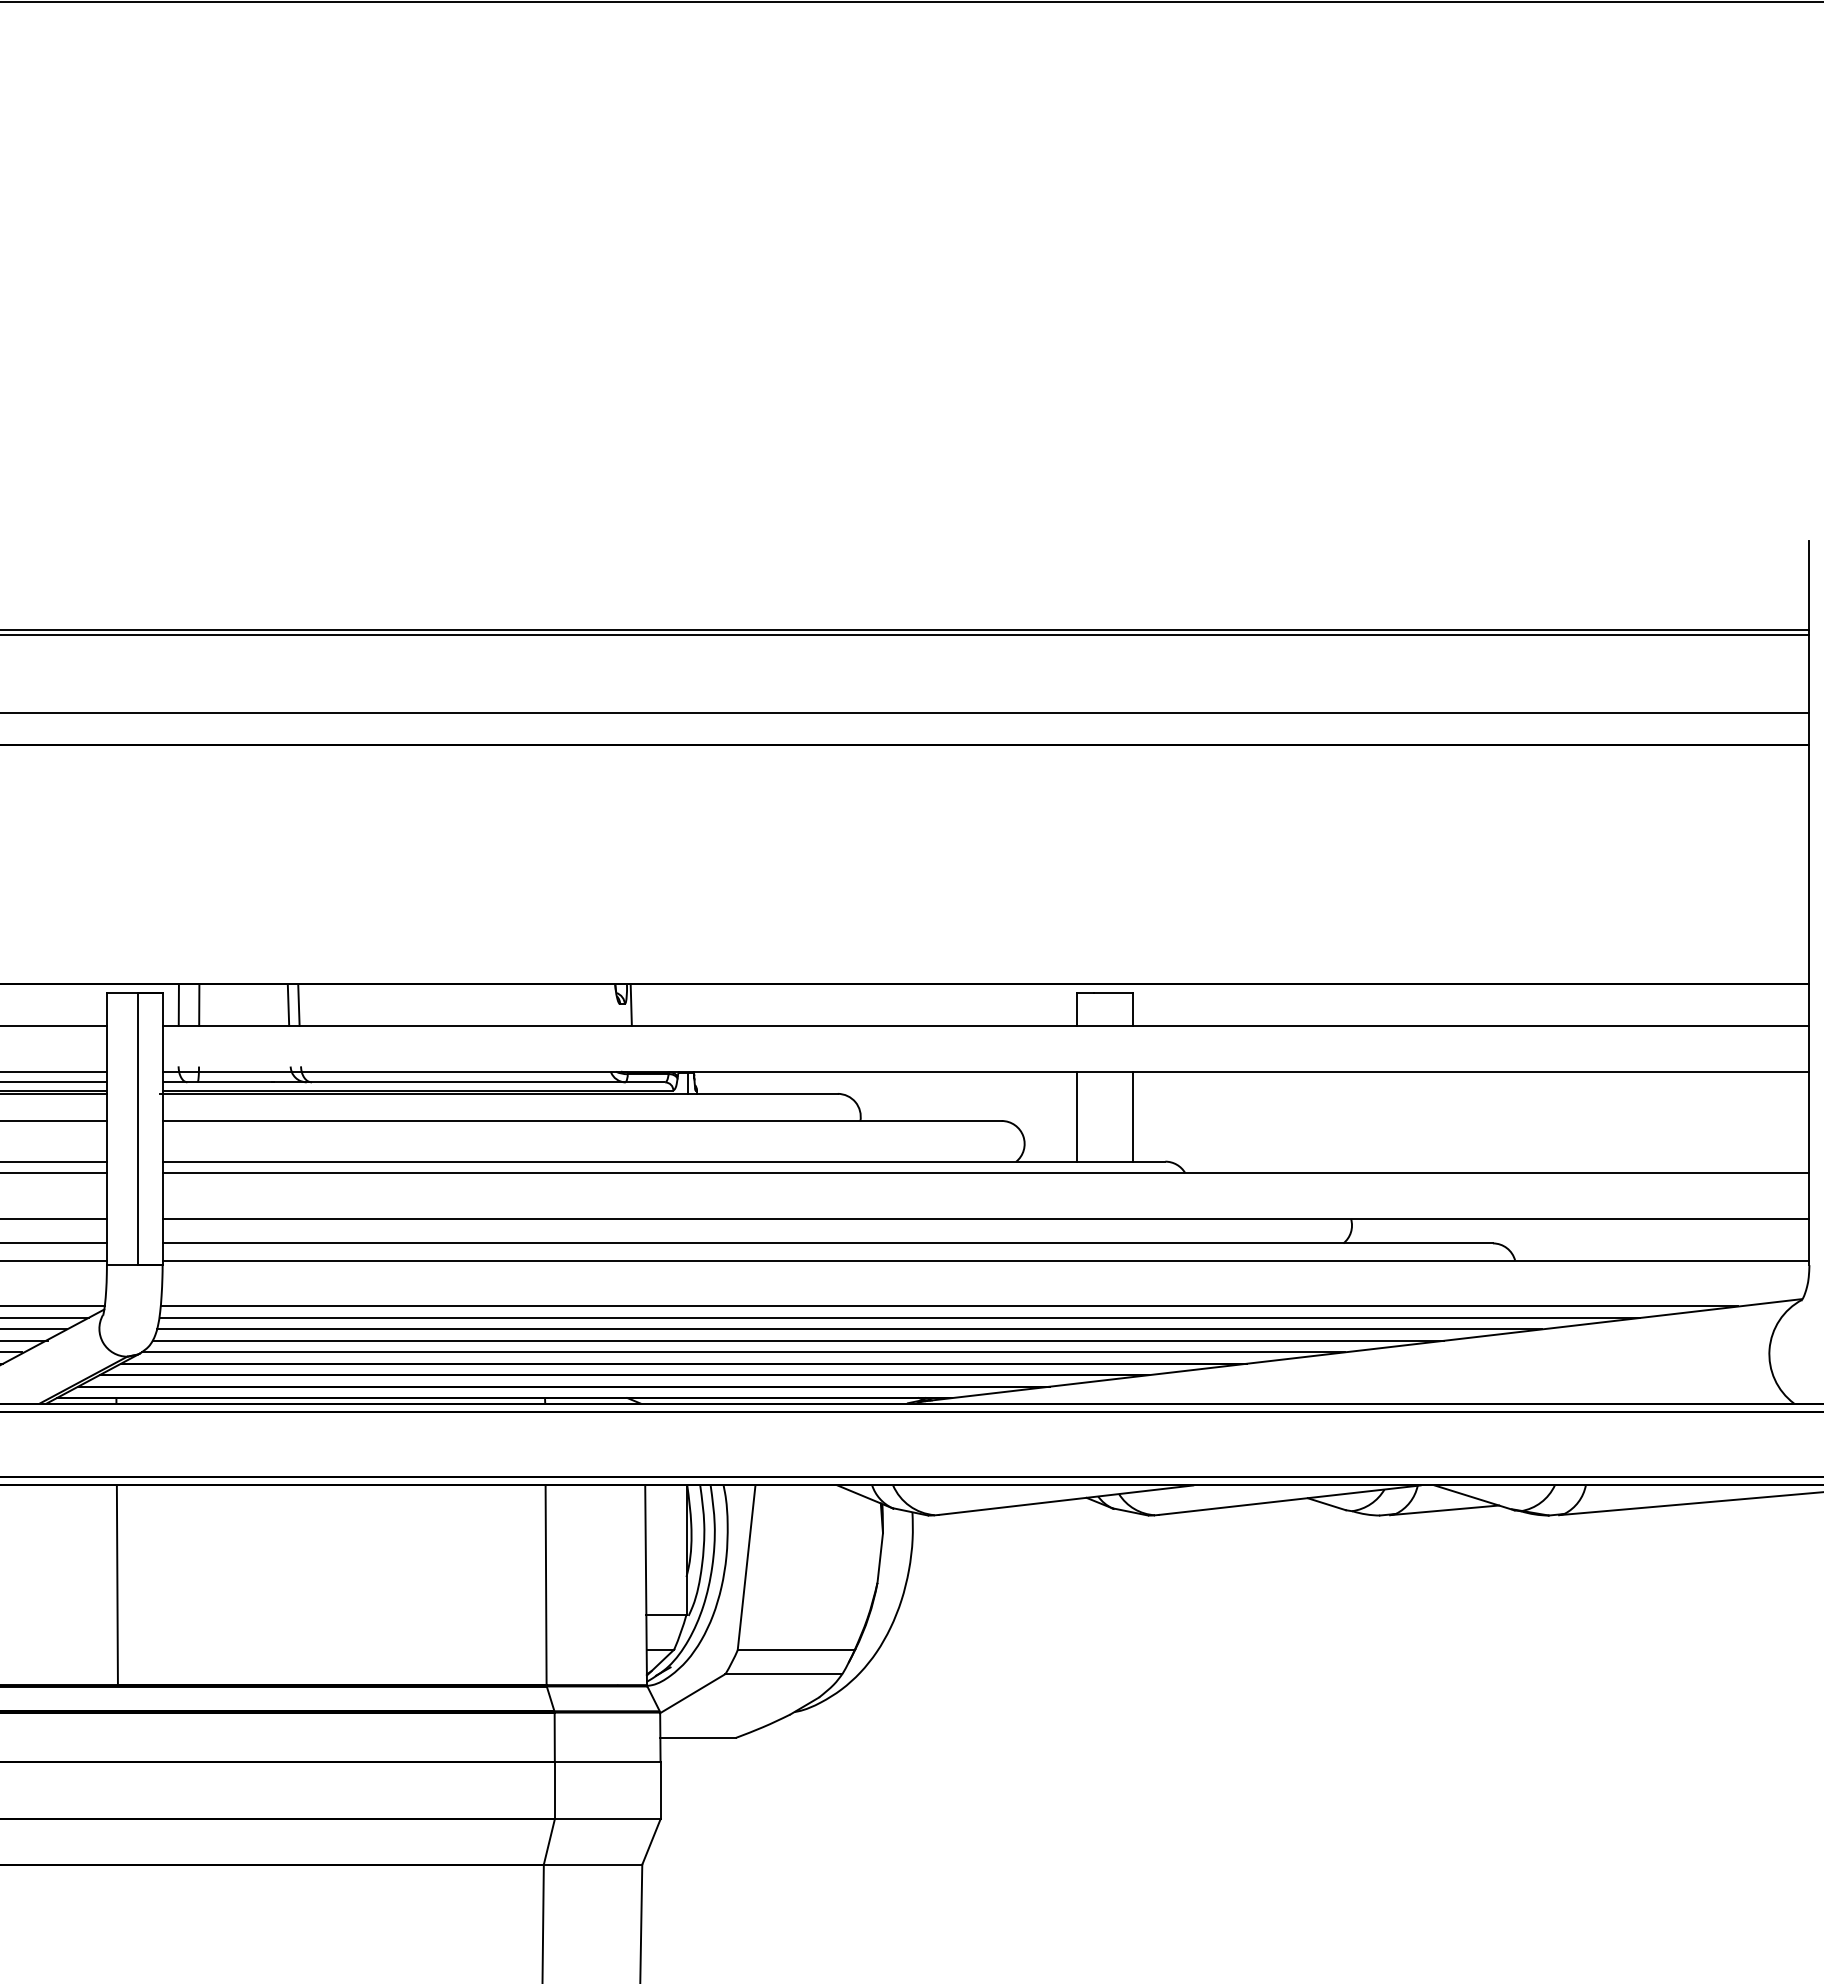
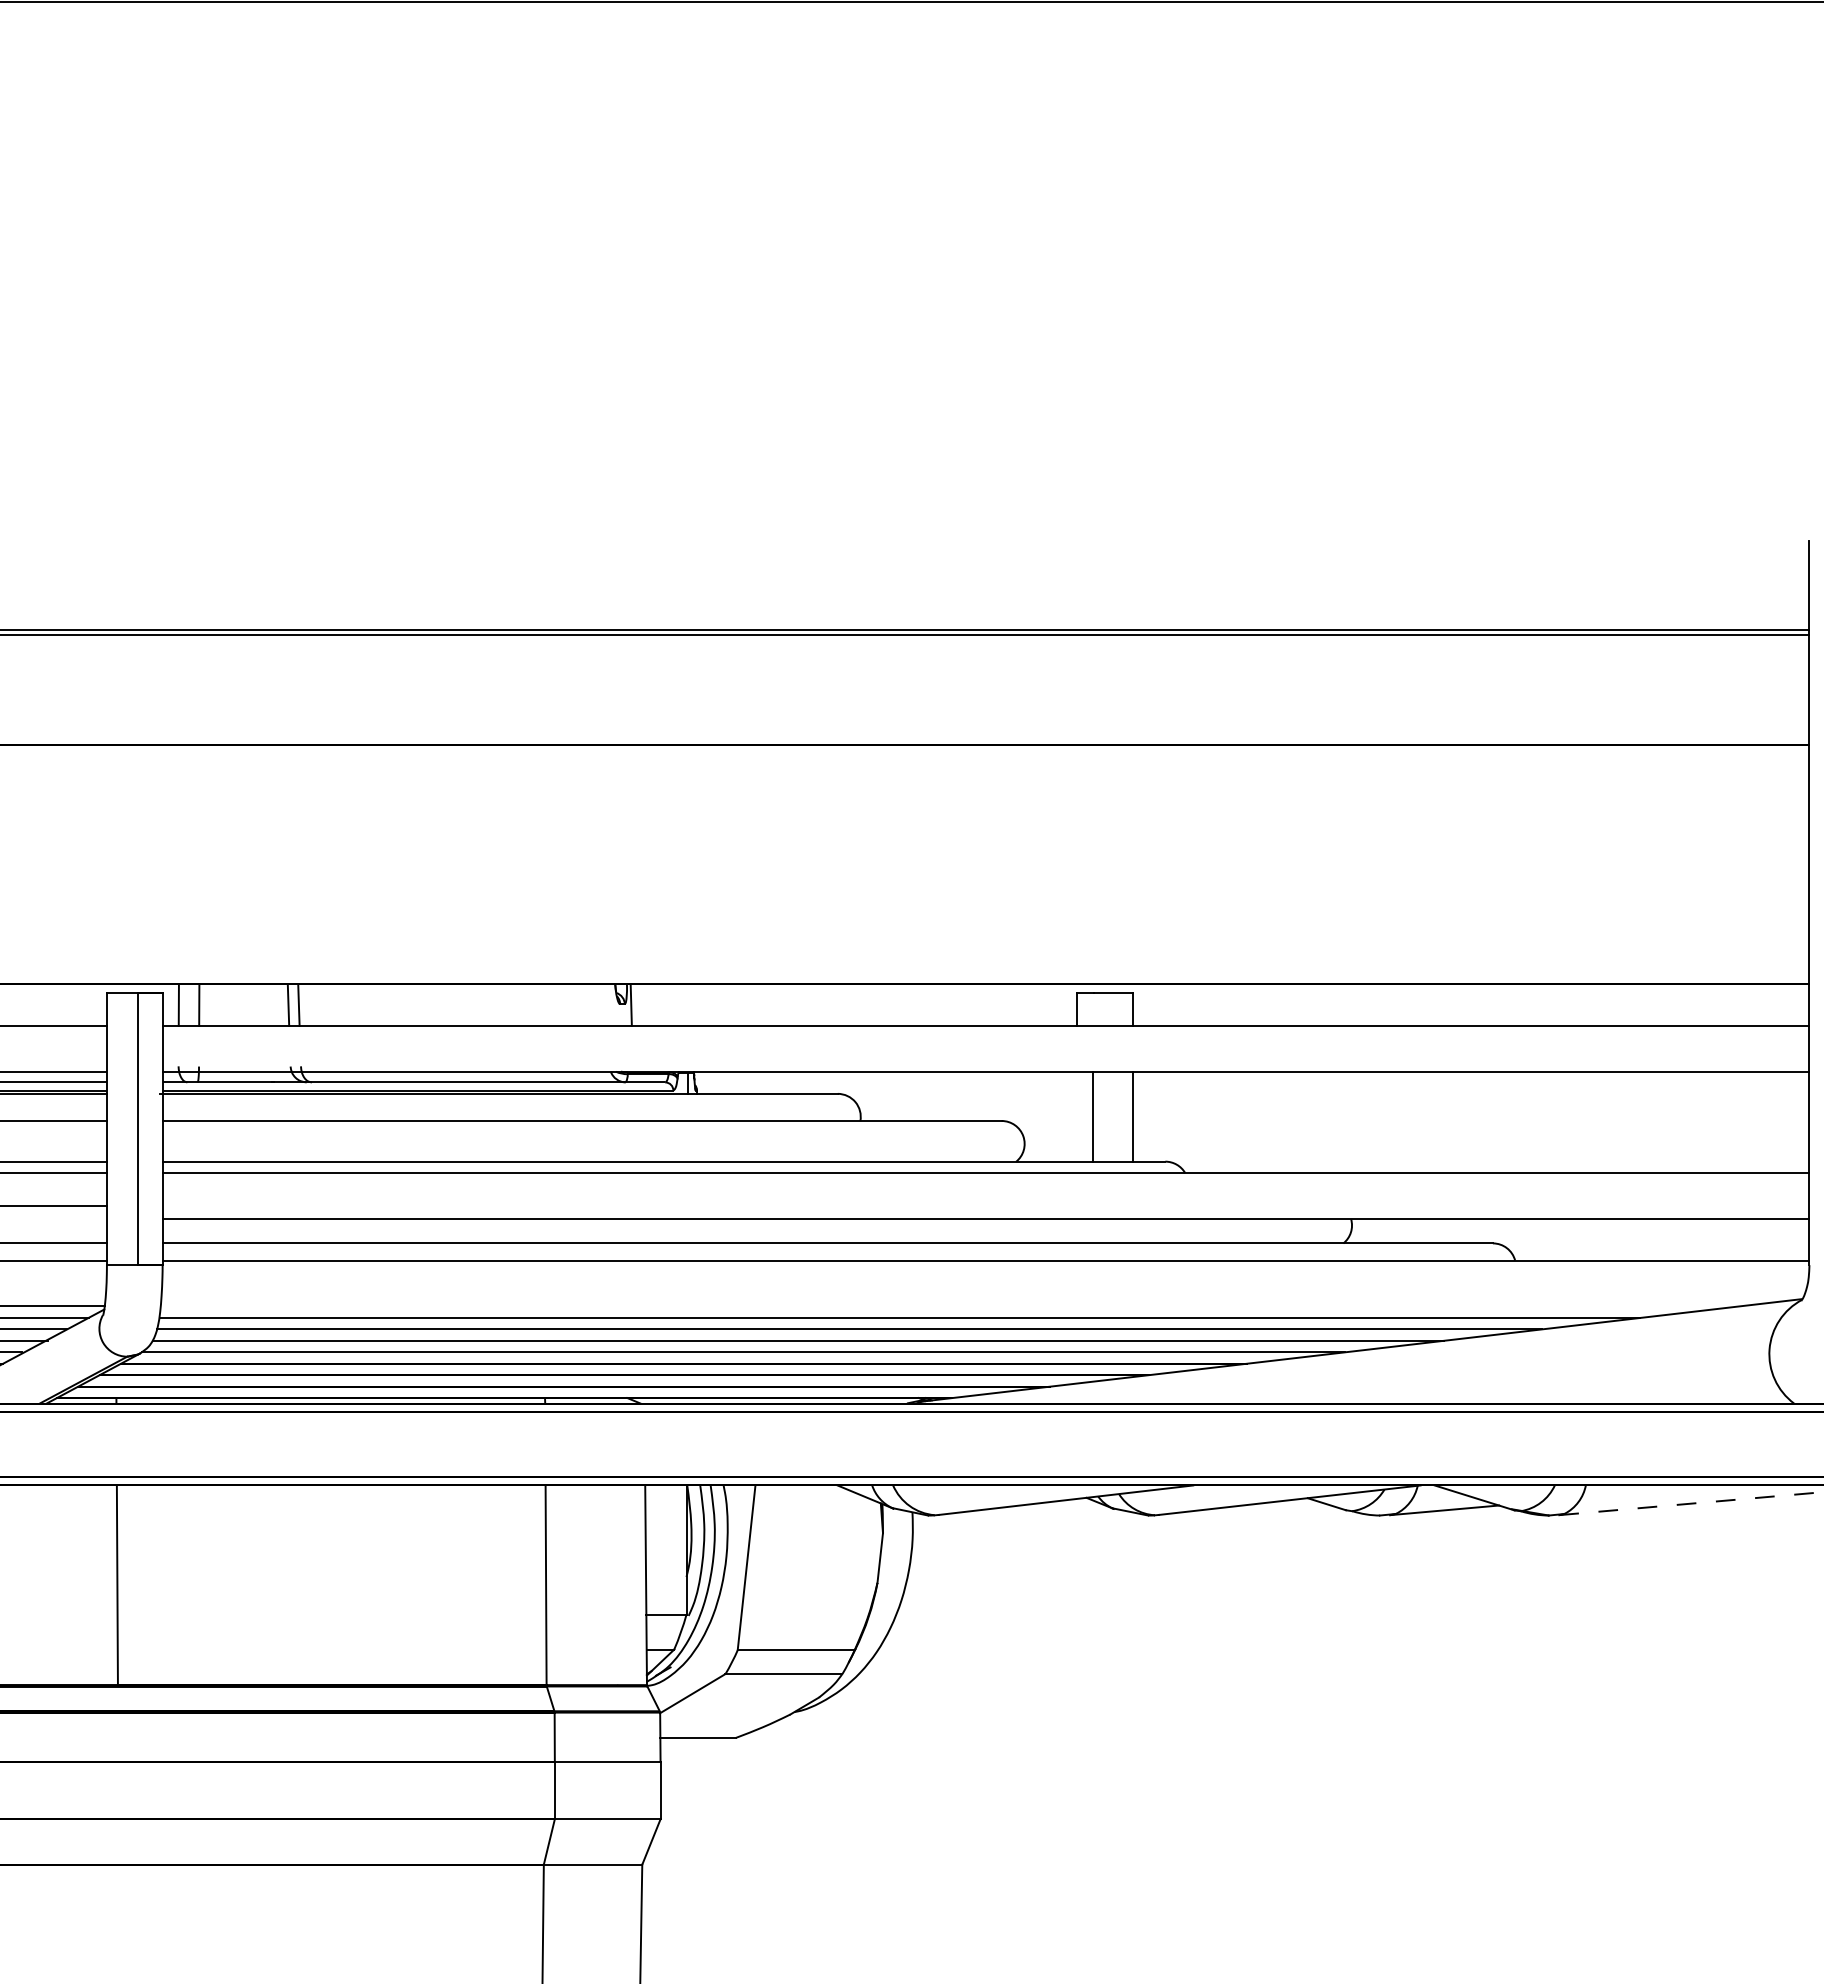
line at (905, 712): present -> none
line at (1076, 1116) position: (1076, 1116) -> (1092, 1116)
line at (54, 1219) position: (54, 1219) -> (54, 1206)
line at (949, 1306): present -> none
line at (1691, 1503): solid -> dashed
